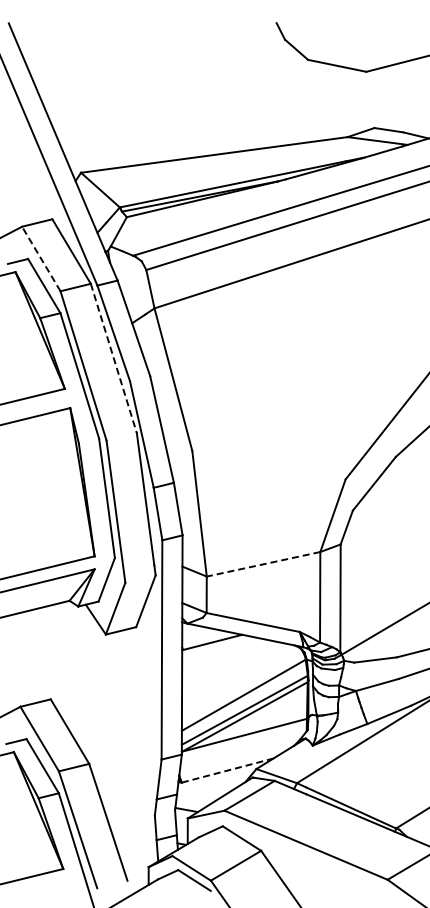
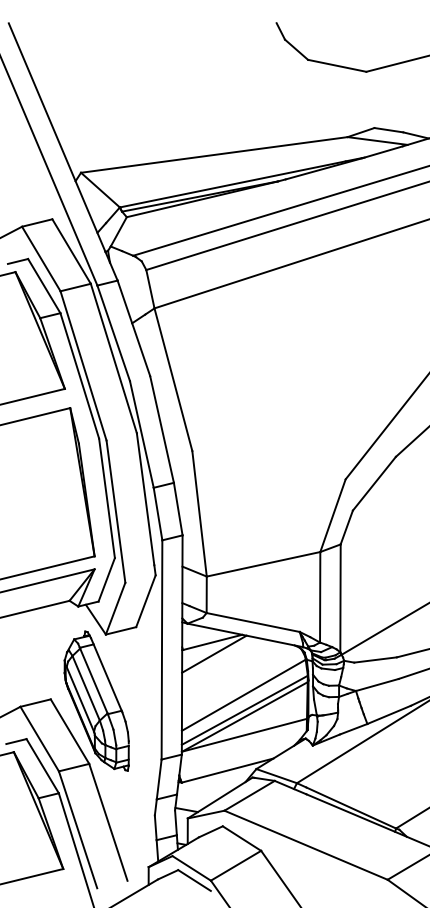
line at (41, 259): dashed -> solid
line at (113, 358): dashed -> solid
line at (263, 564): dashed -> solid
line at (214, 653): none -> present
part at (96, 700): none -> present
line at (228, 770): dashed -> solid
